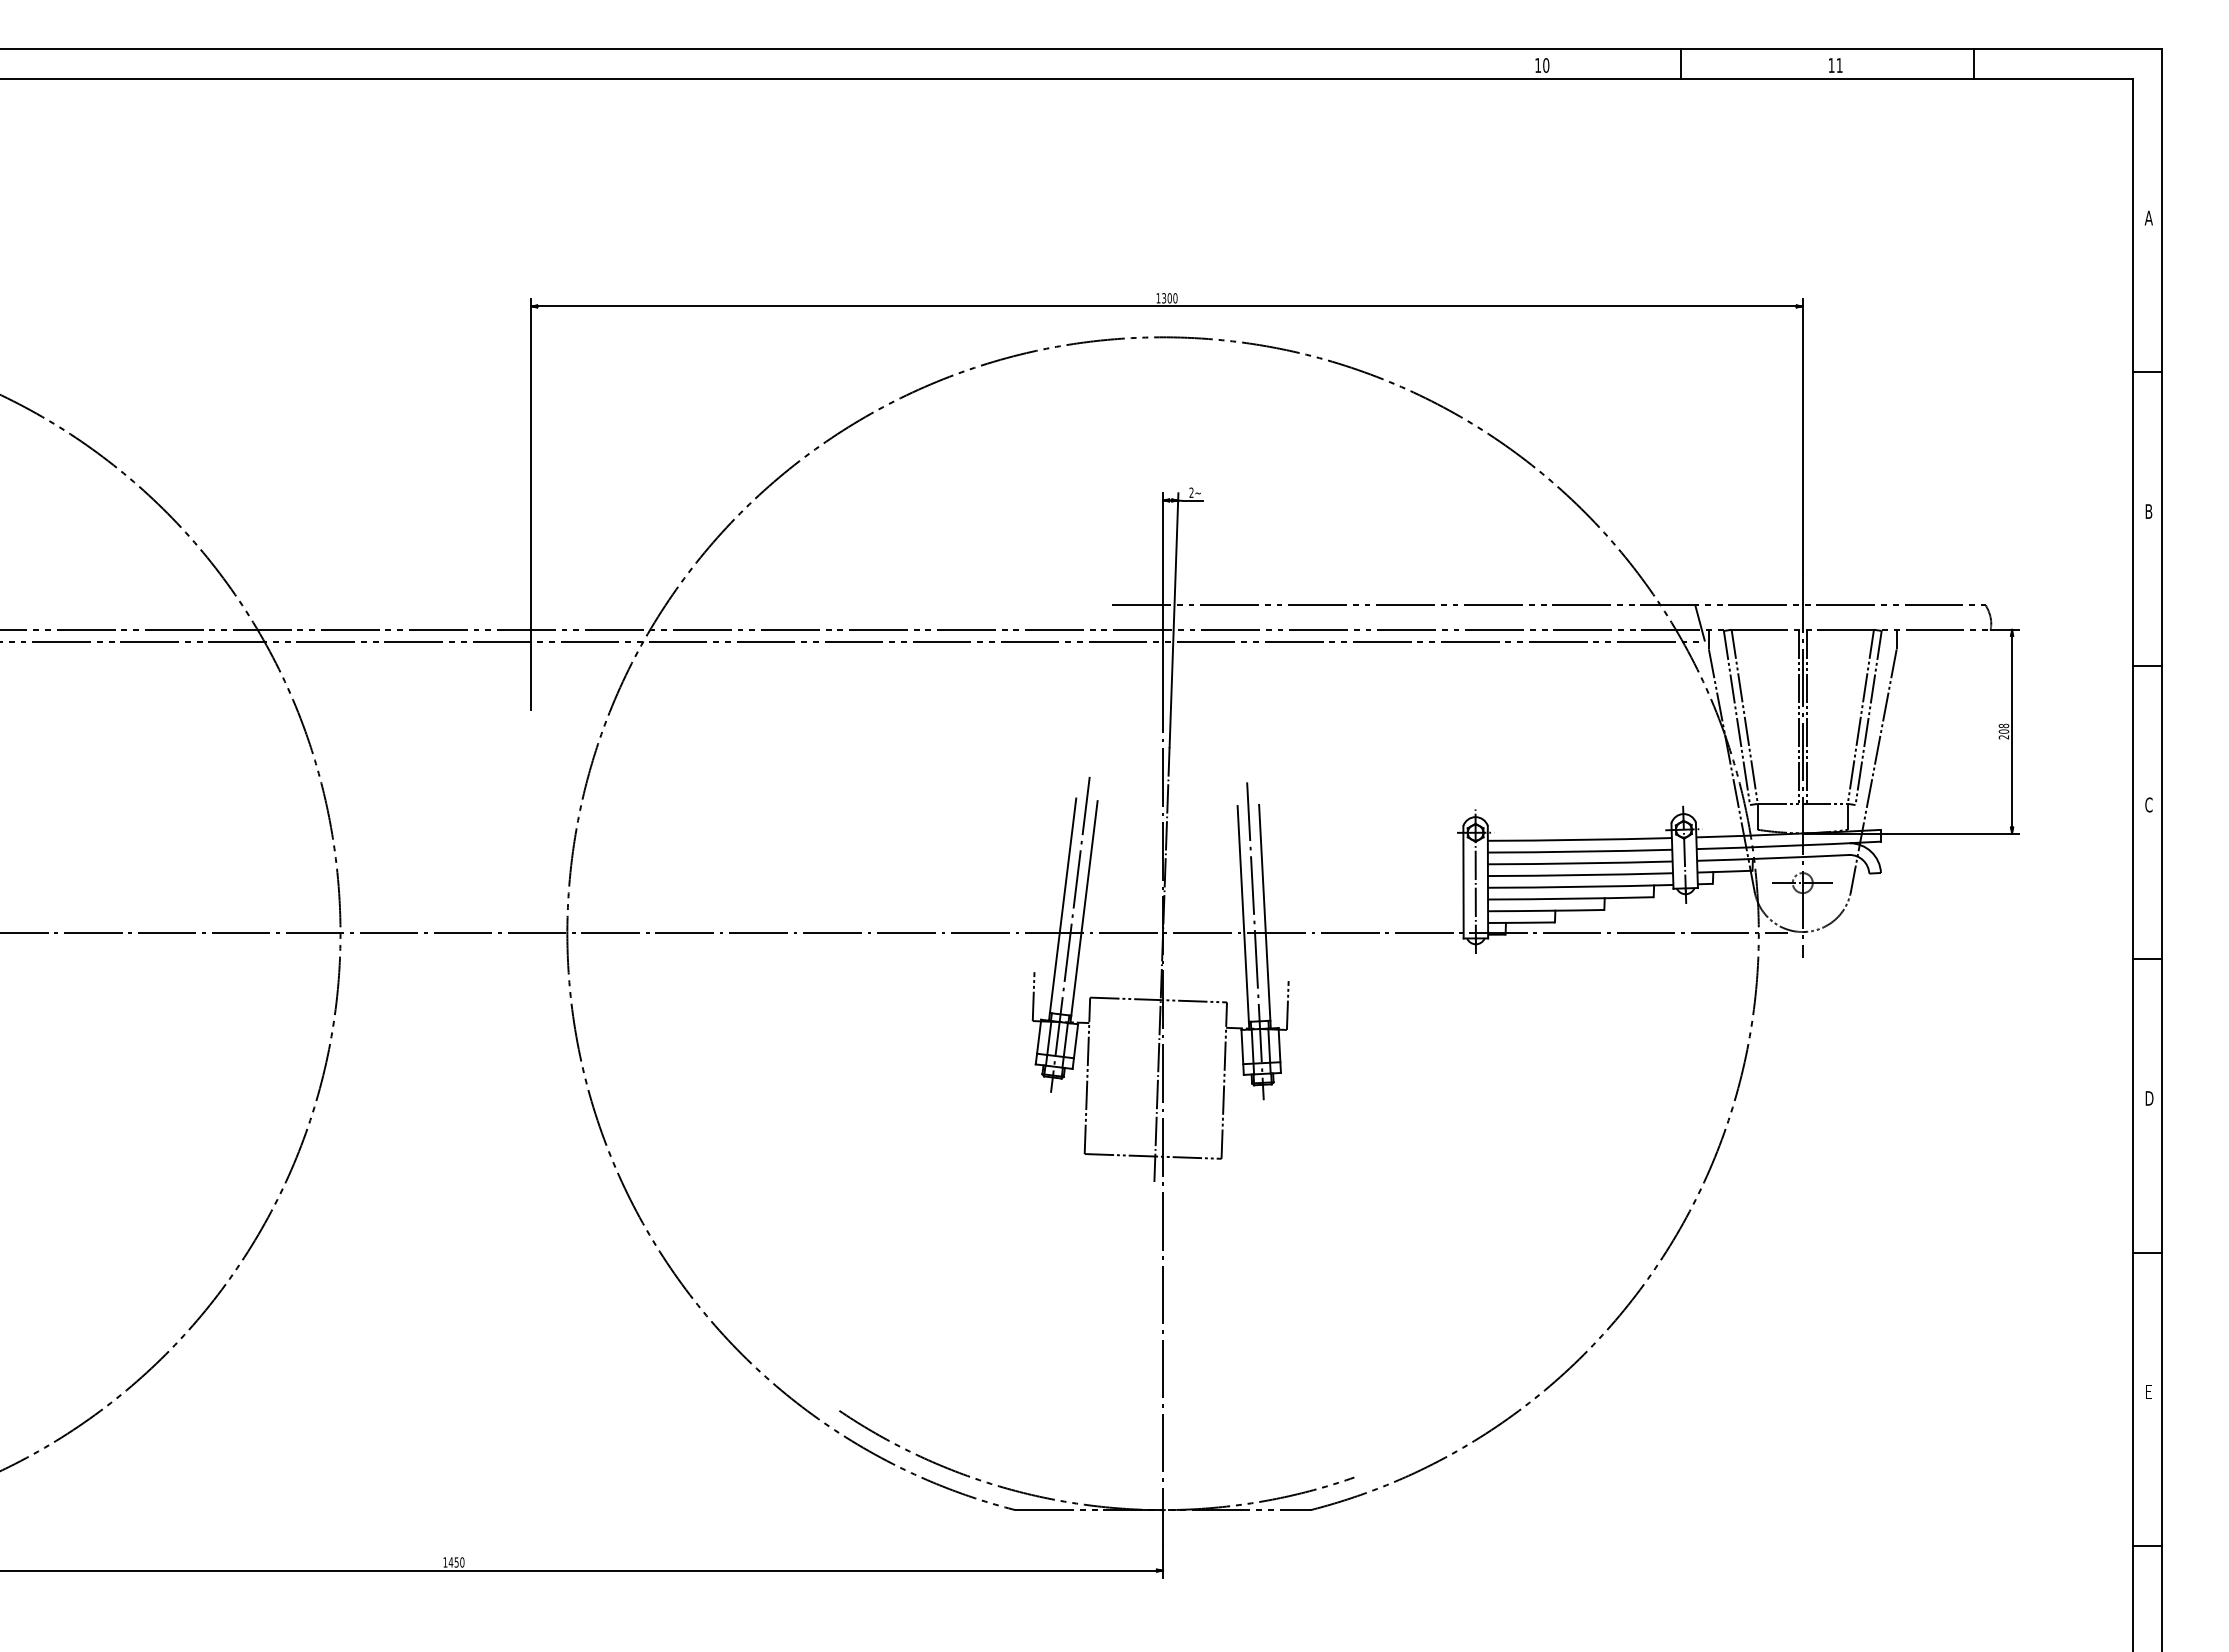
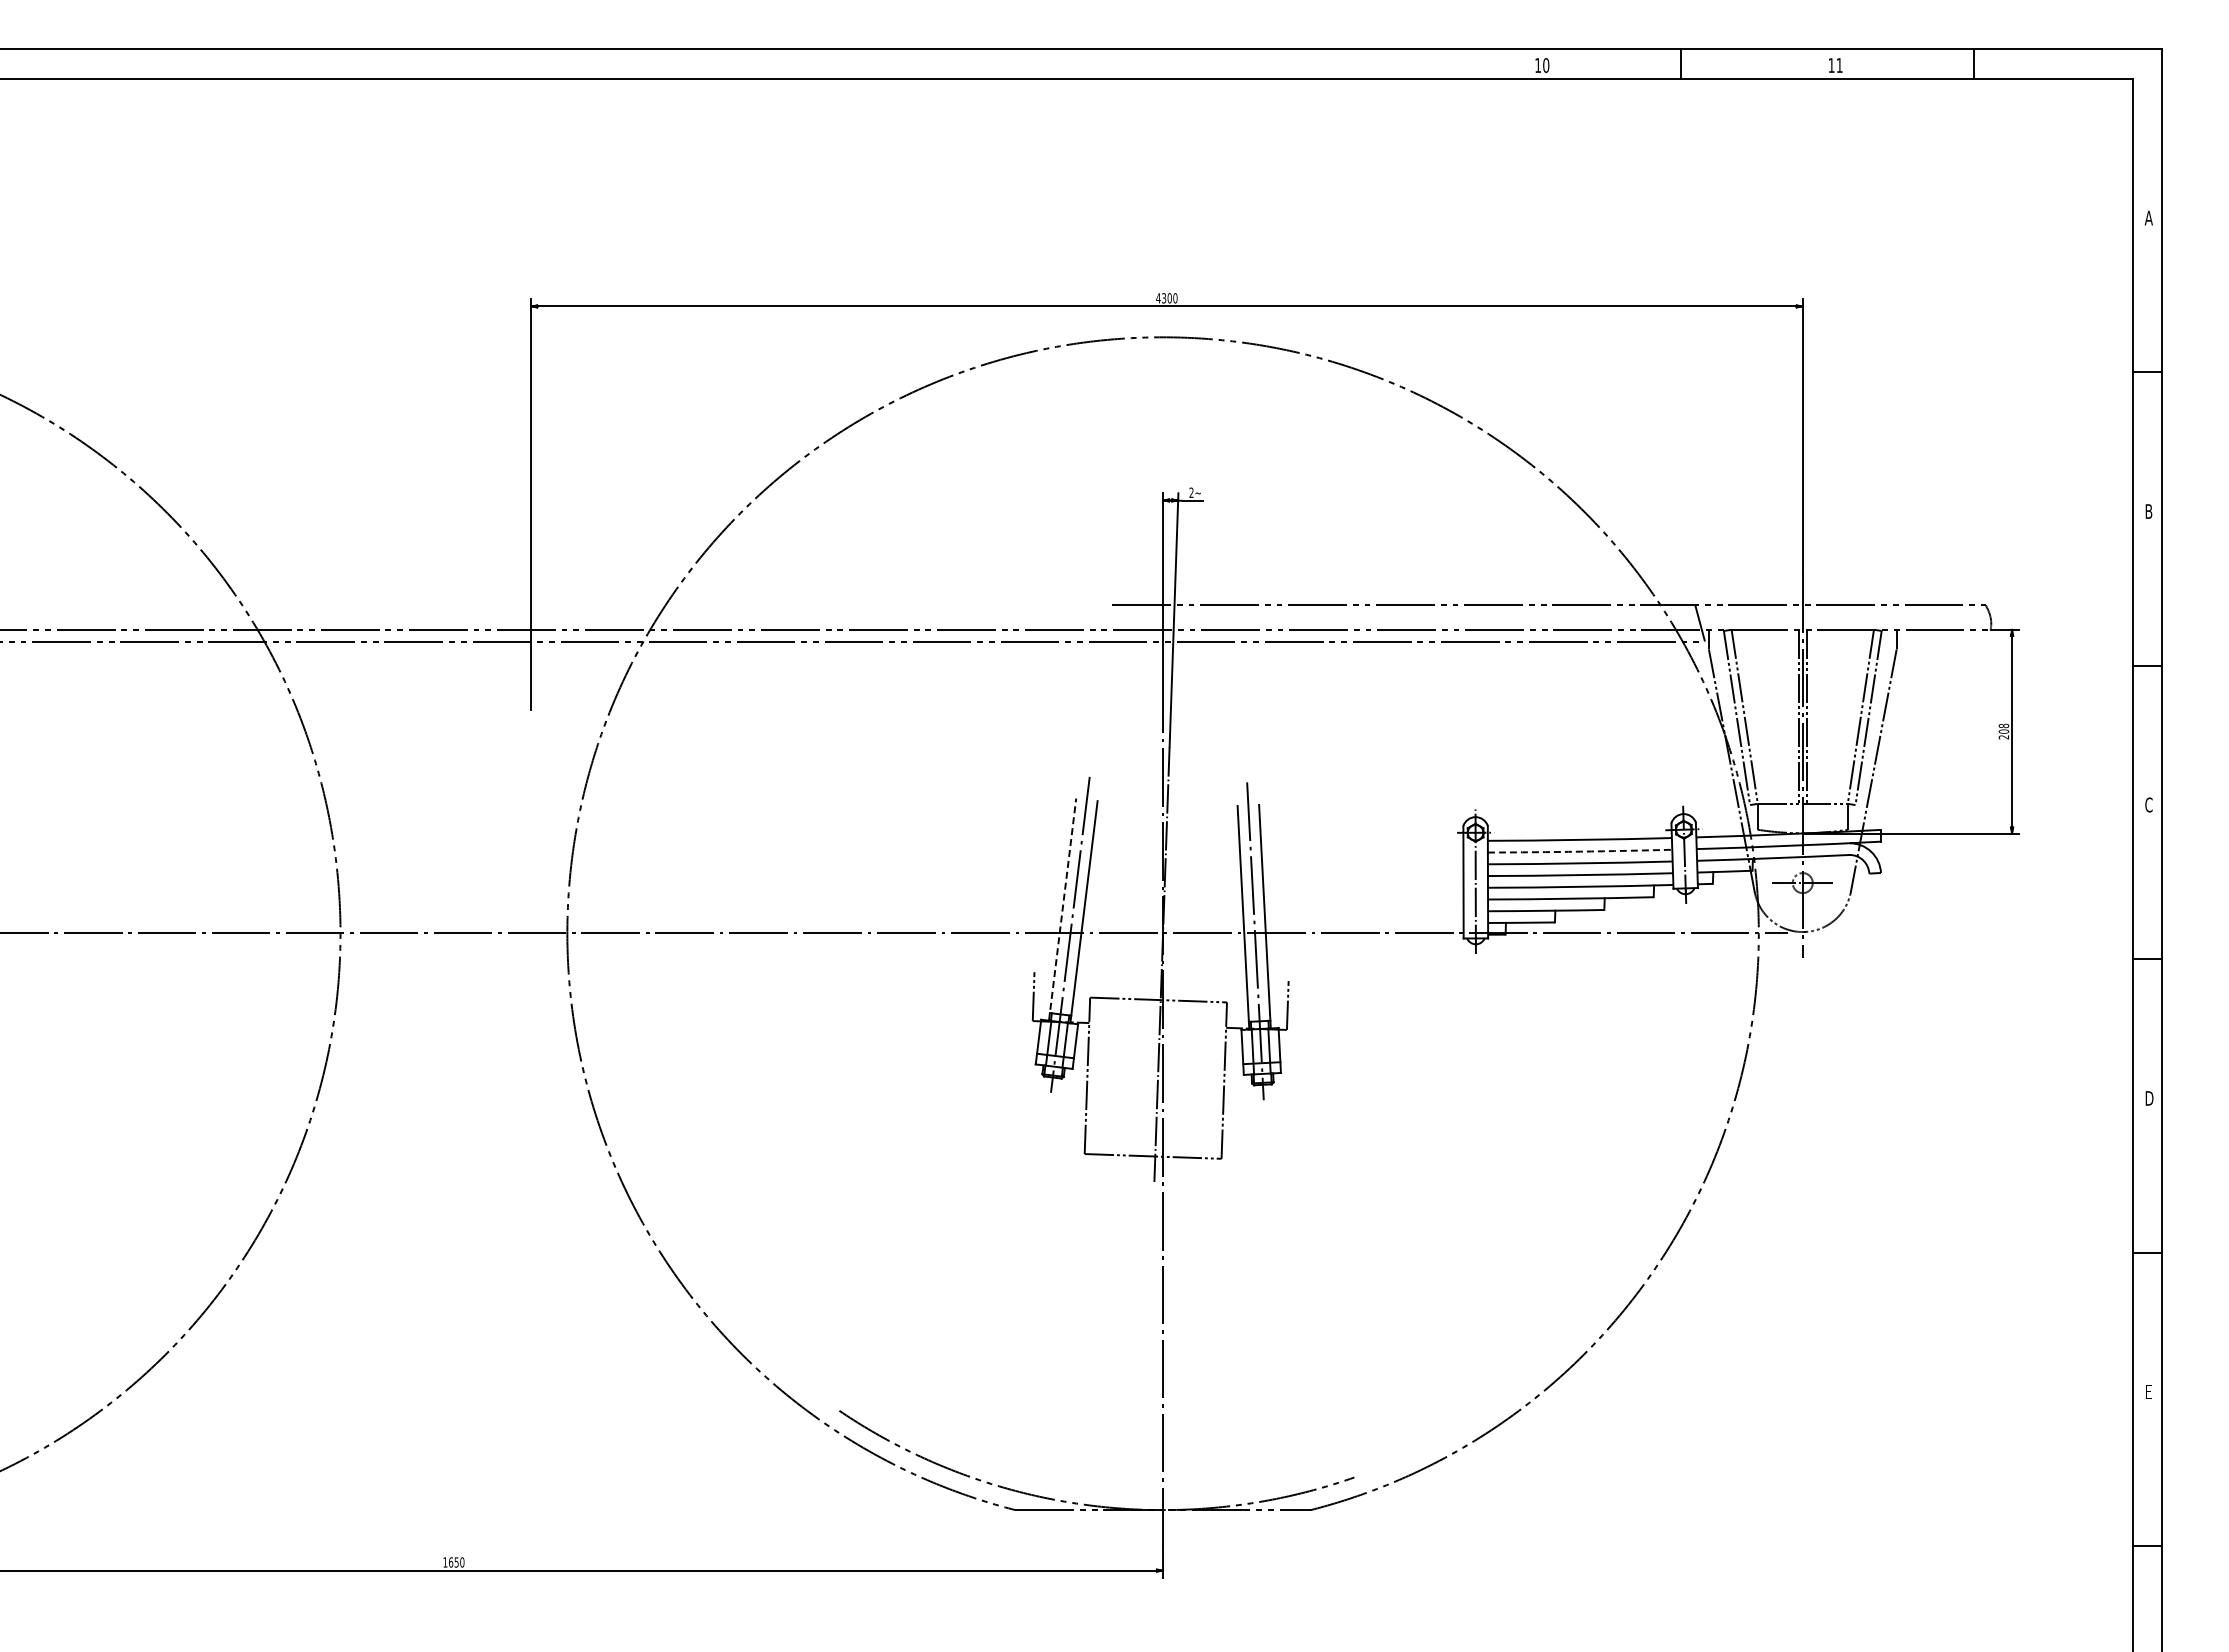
text at (1158, 298): 1300 -> 4300
arc at (1580, 851): solid -> dashed
line at (1062, 909): solid -> dashed
text at (450, 1562): 1450 -> 1650
